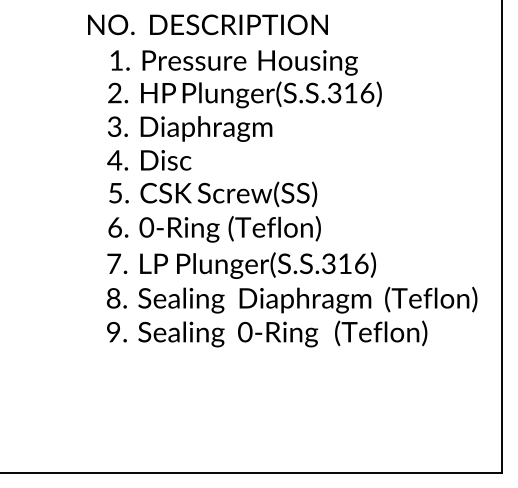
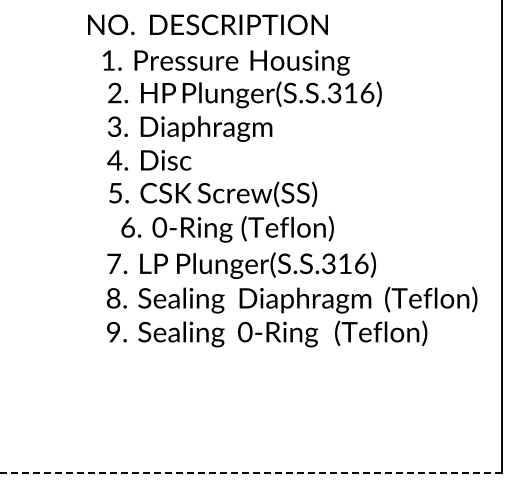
text at (234, 62) position: (234, 62) -> (226, 62)
text at (214, 229) position: (214, 229) -> (227, 229)
line at (251, 473): solid -> dashed
